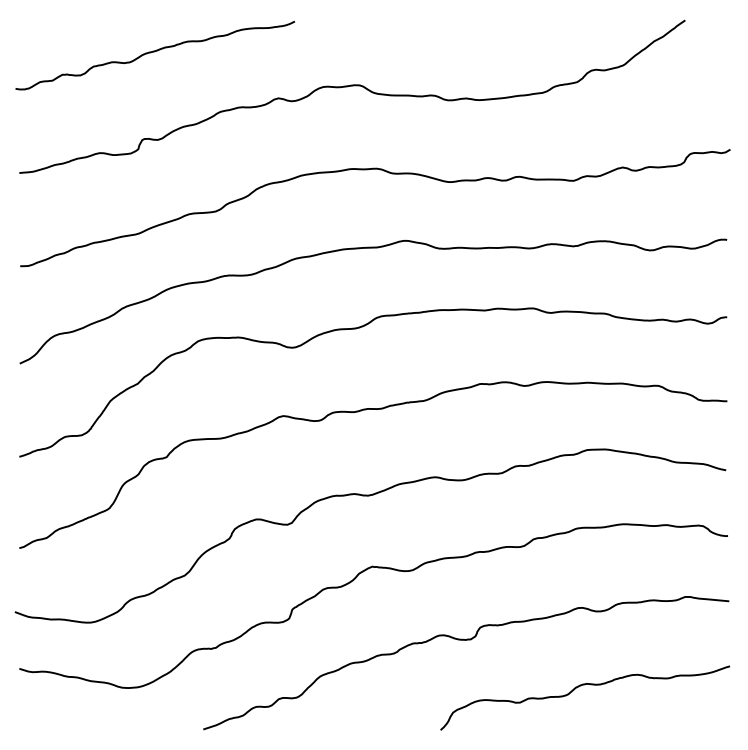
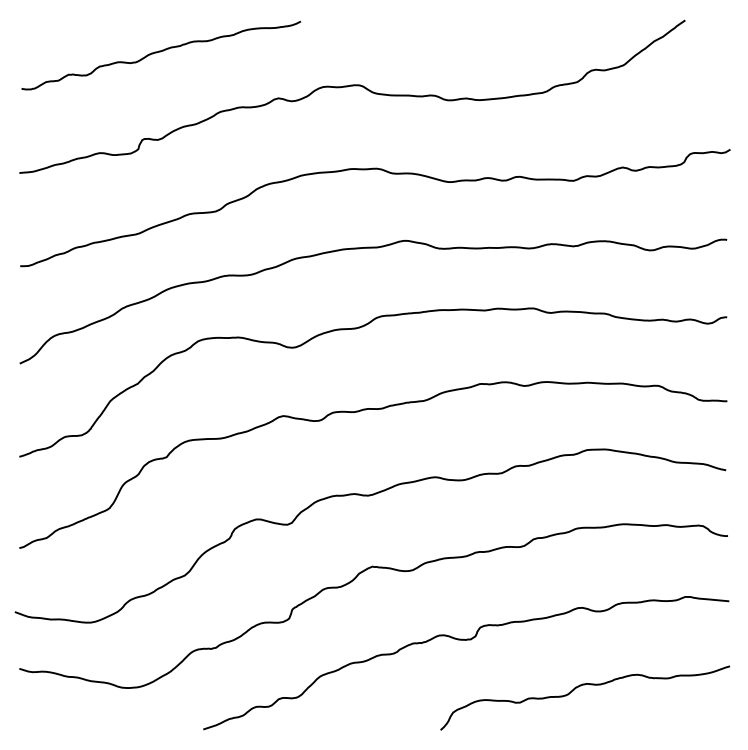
curve at (154, 52) position: (154, 52) -> (160, 52)
